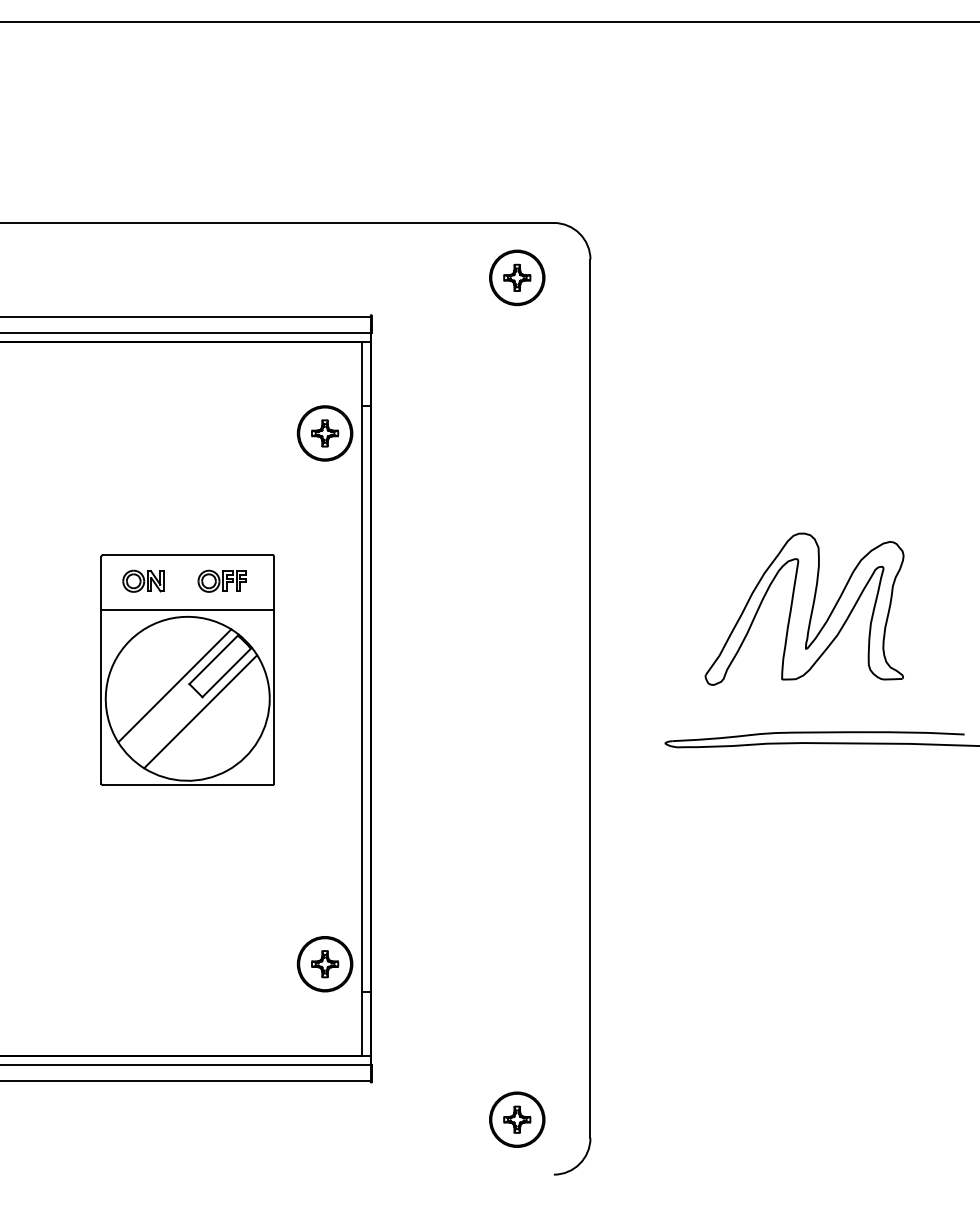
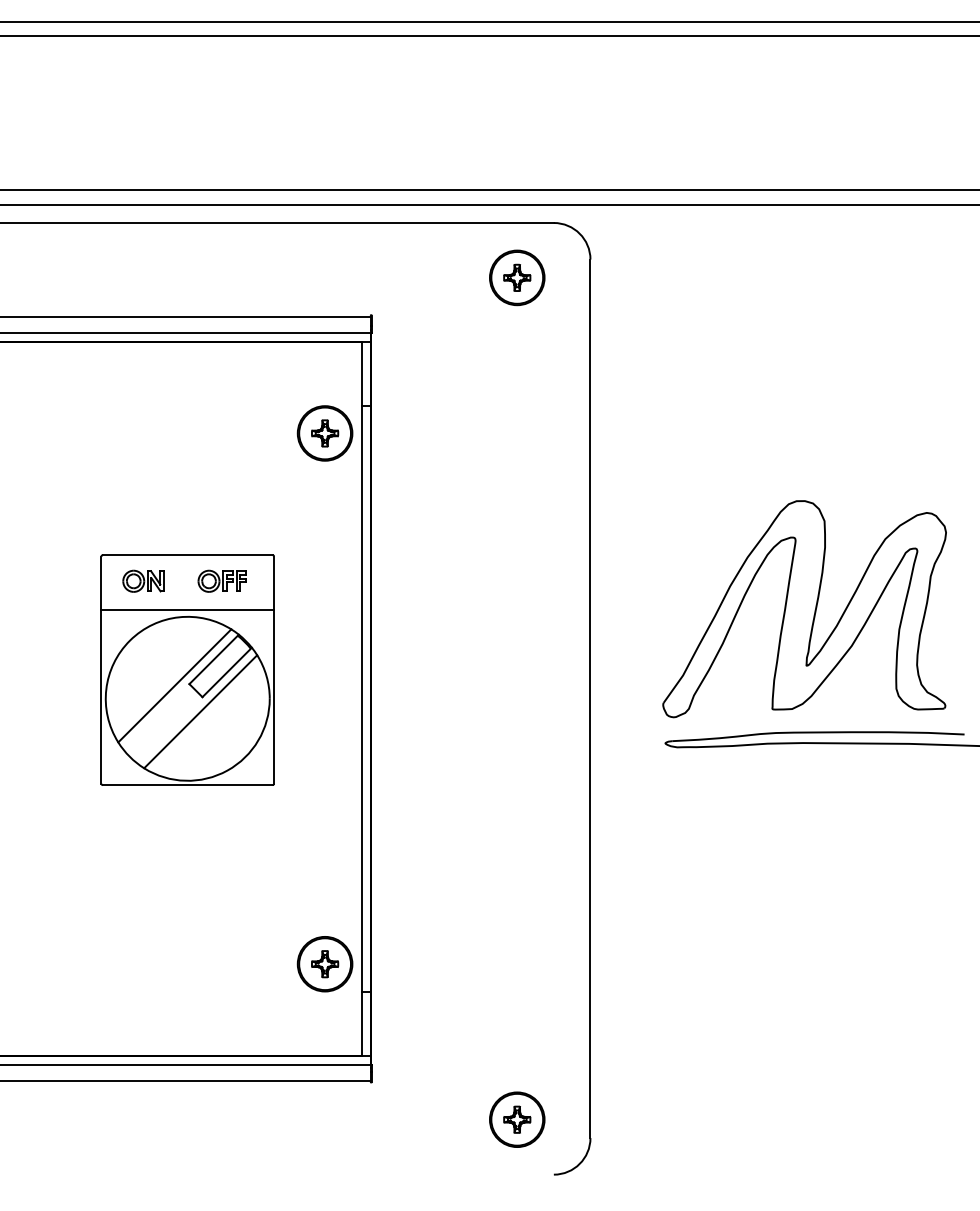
line at (489, 36): none -> present
line at (489, 190): none -> present
line at (489, 204): none -> present
part at (804, 608) size: 201x154 px -> 285x219 px
